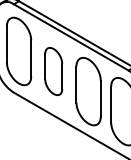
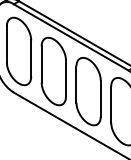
part at (53, 71) size: 20x49 px -> 27x71 px
